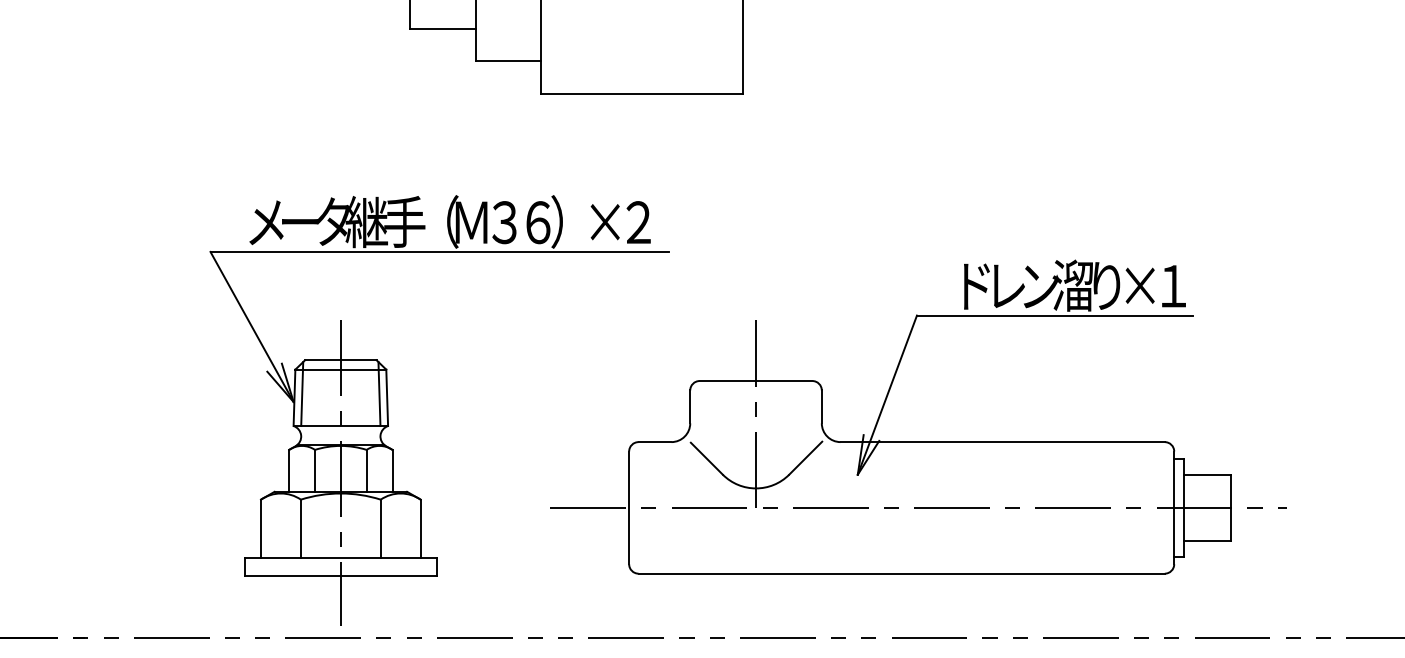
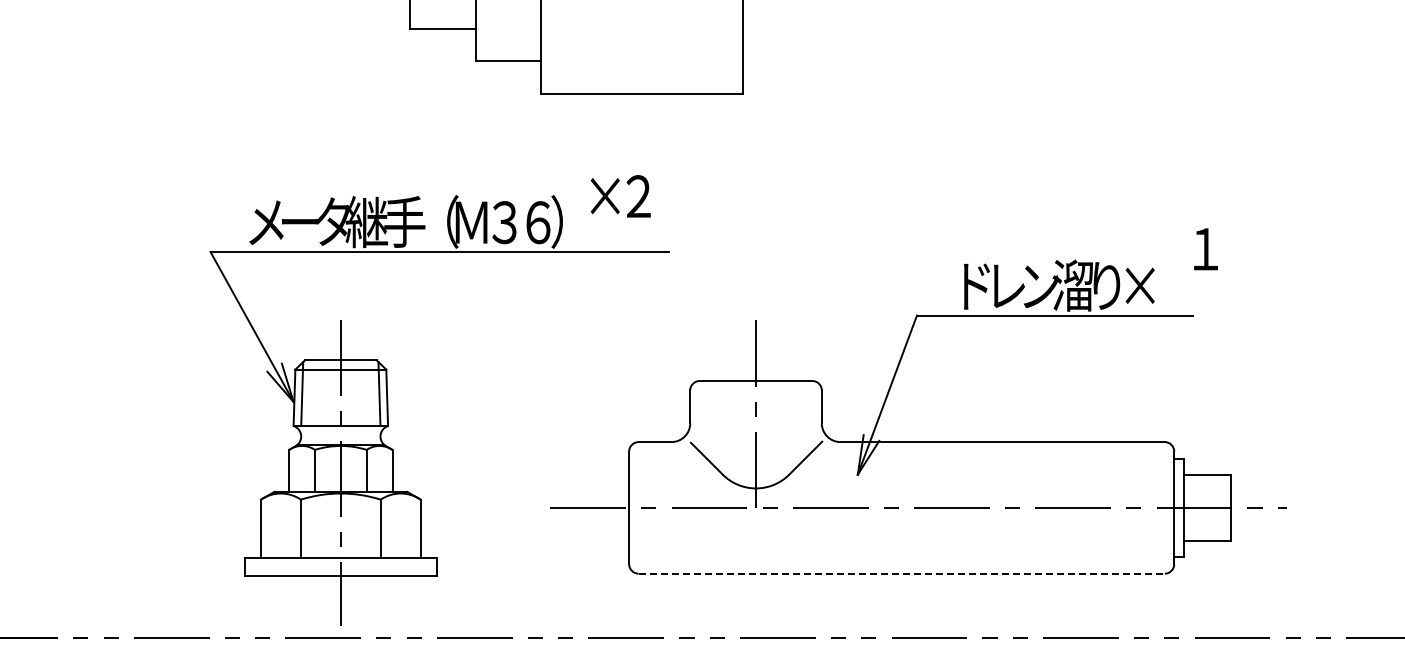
text at (620, 222) position: (620, 222) -> (620, 196)
text at (1173, 286) position: (1173, 286) -> (1205, 249)
line at (902, 573): solid -> dashed
